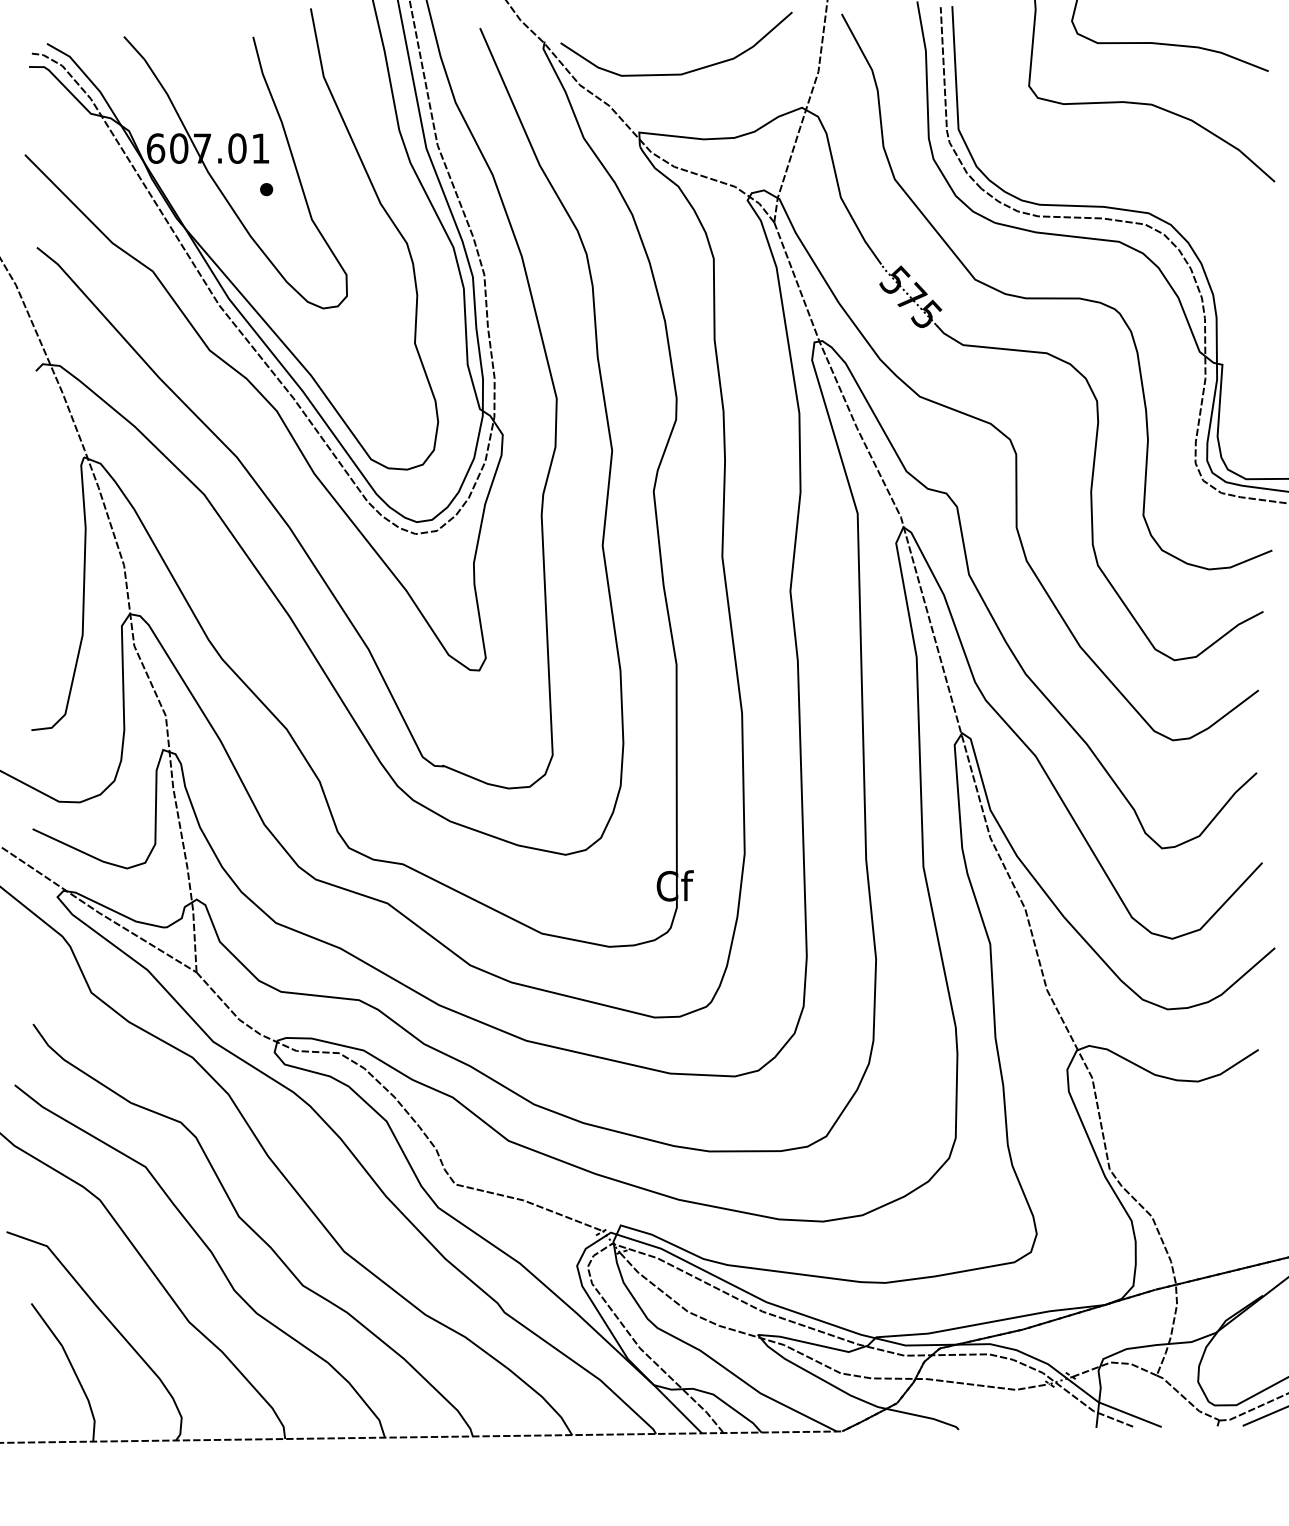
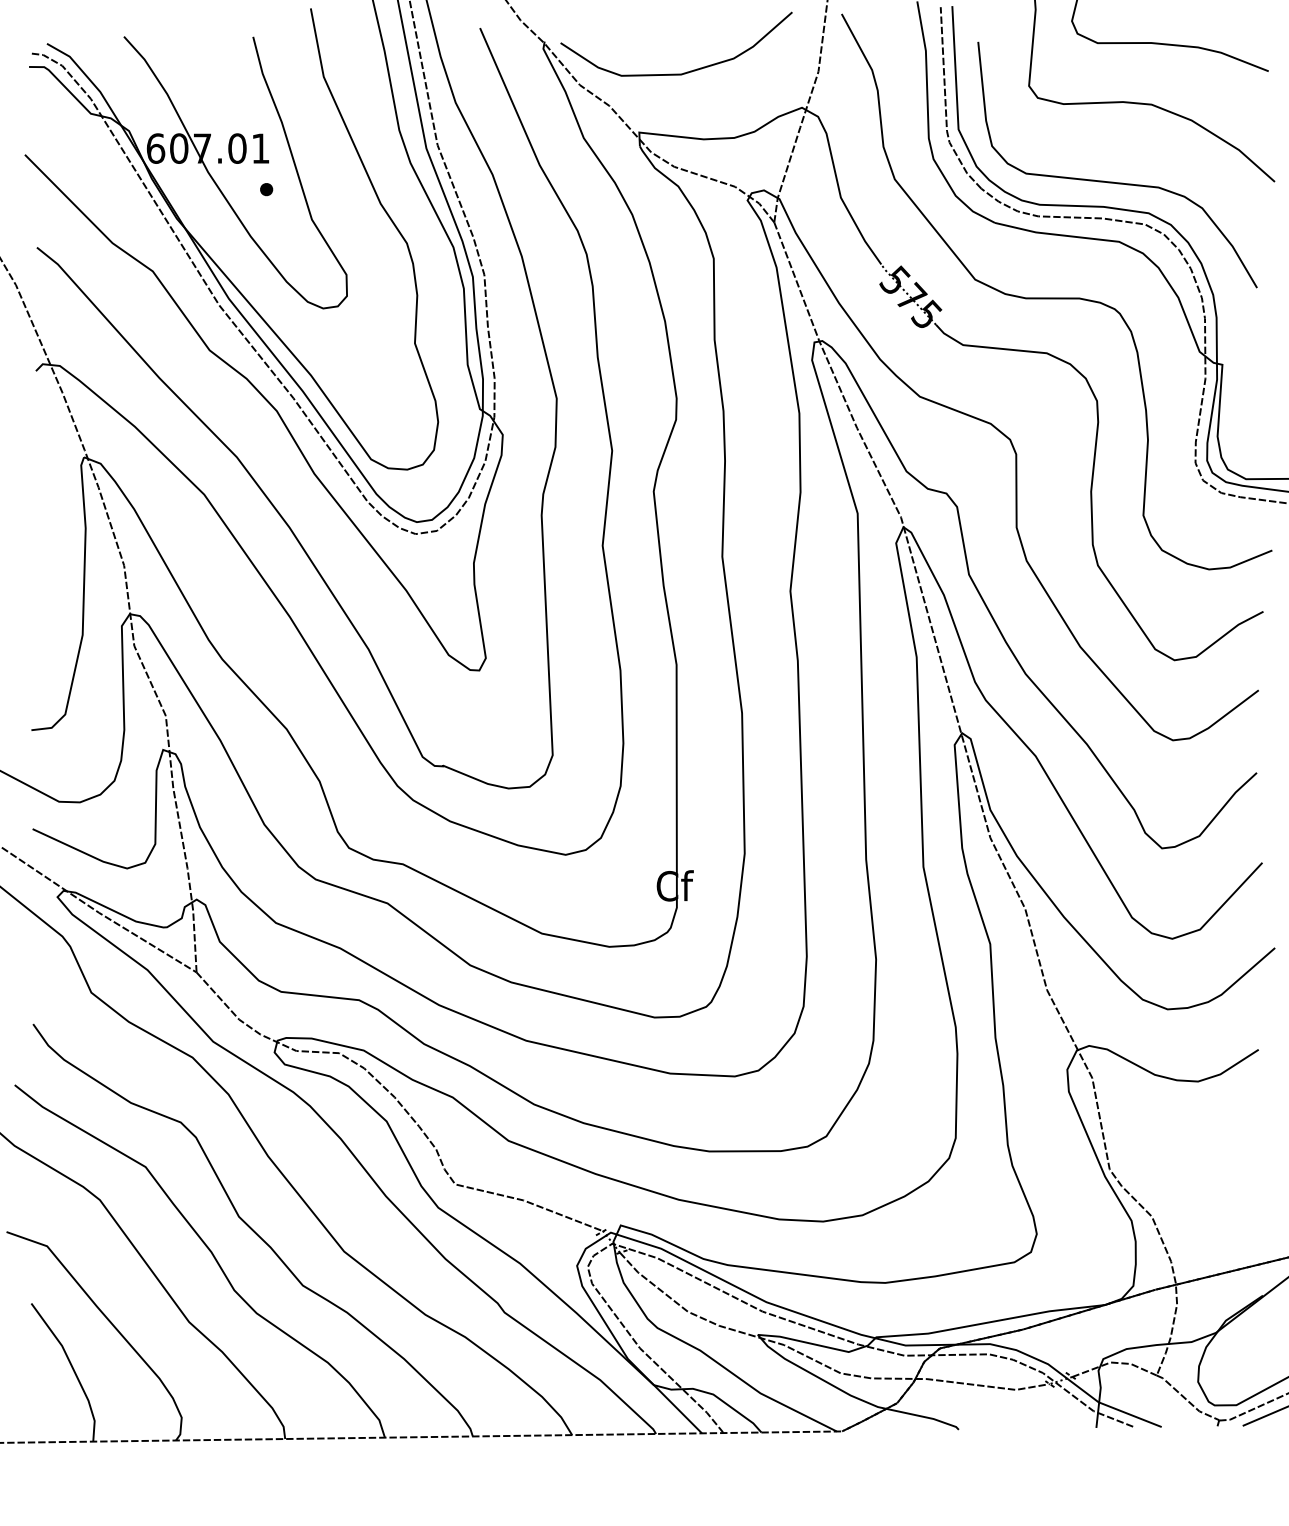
curve at (1113, 181): none -> present
